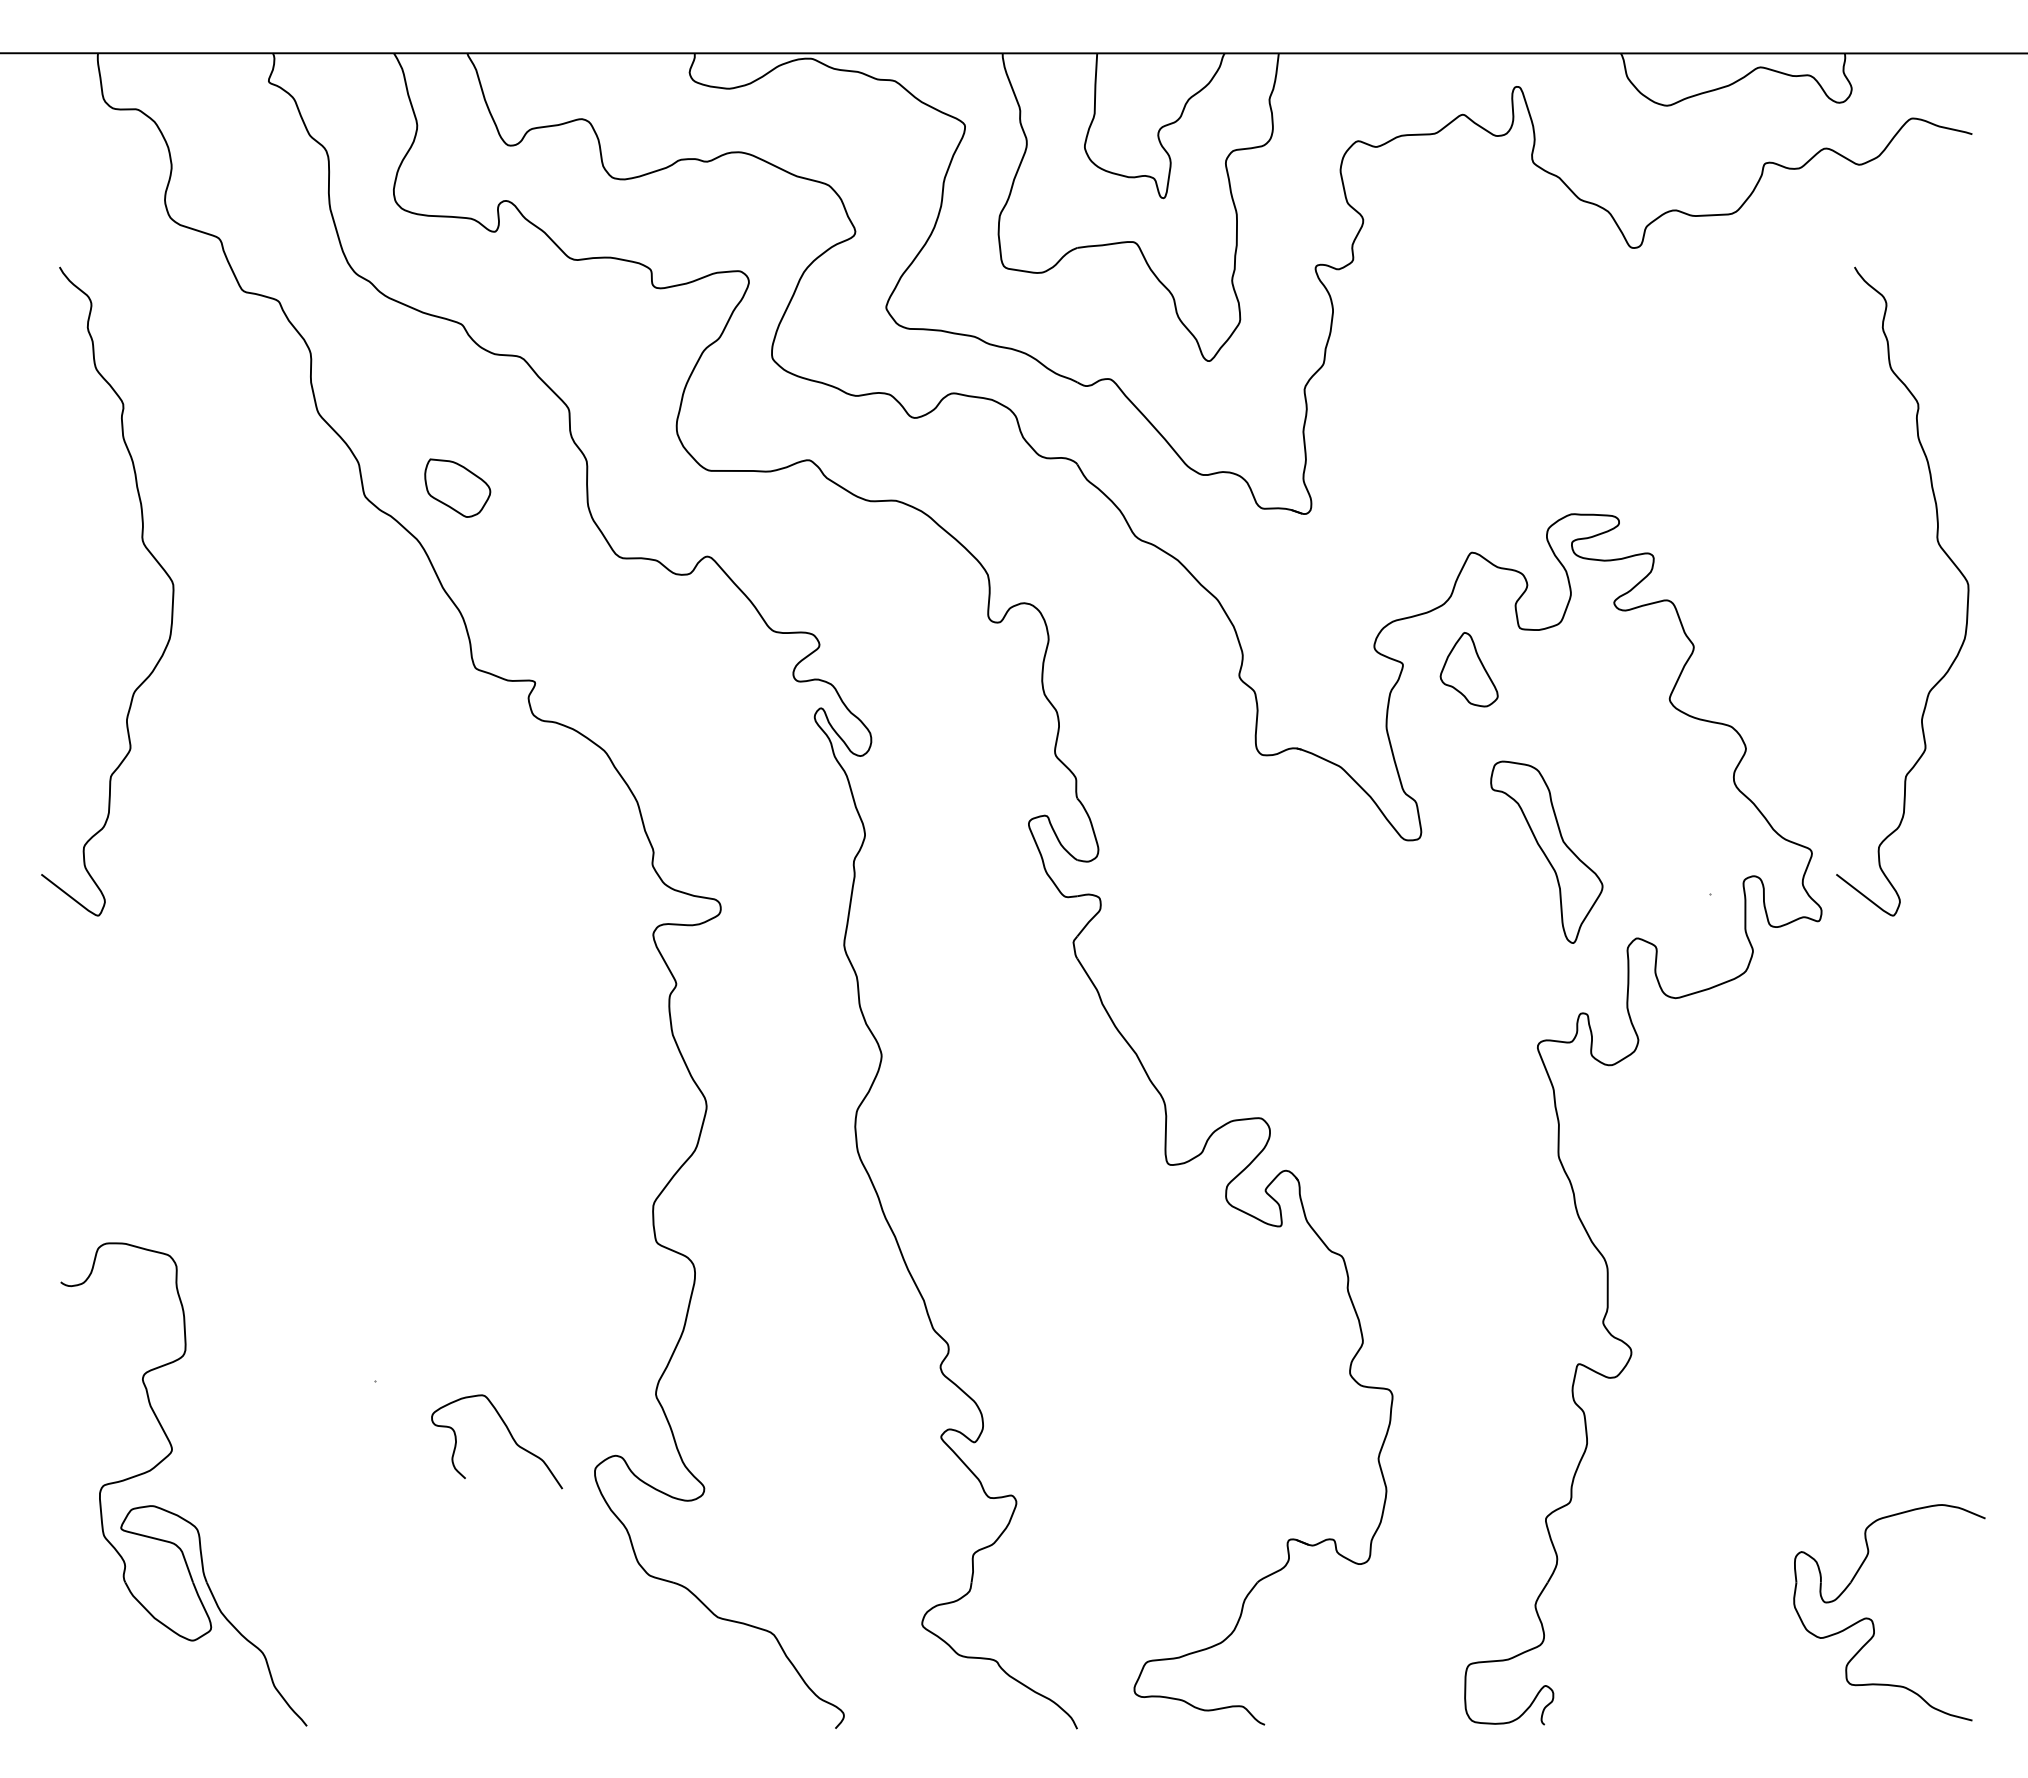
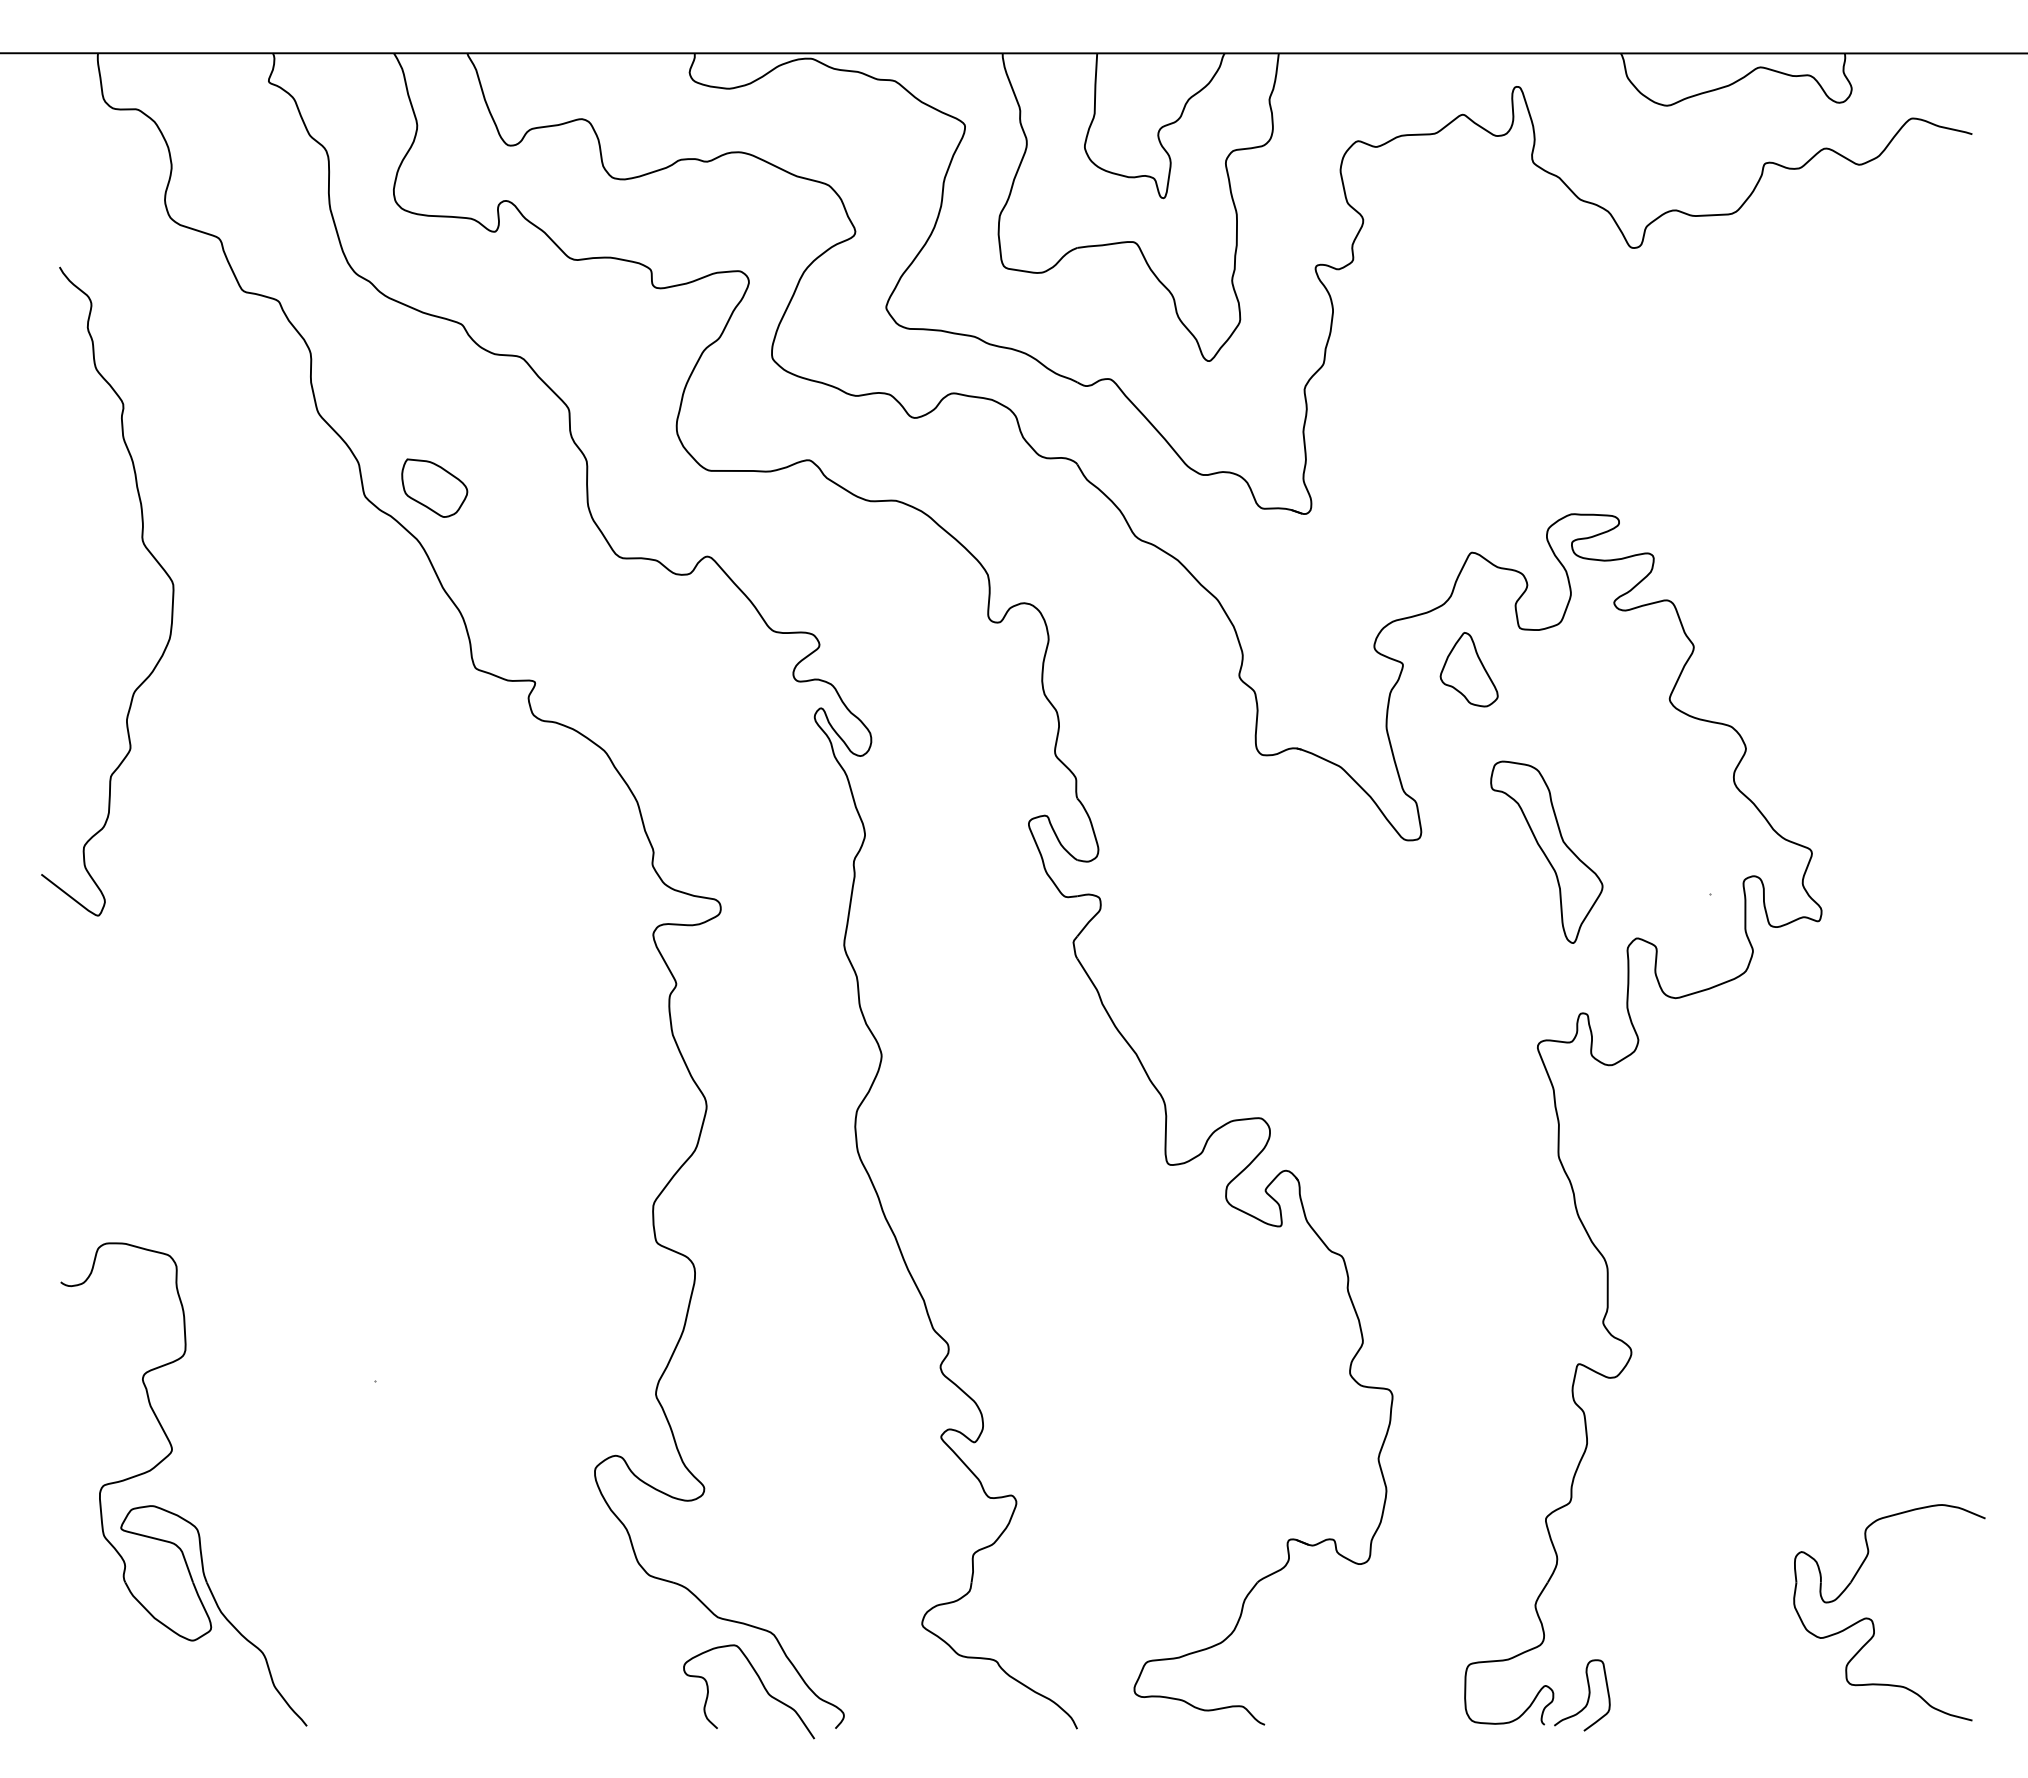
part at (457, 487) position: (457, 487) -> (434, 487)
curve at (1947, 557): present -> none
curve at (509, 1434) position: (509, 1434) -> (761, 1684)
curve at (1587, 1698): none -> present
